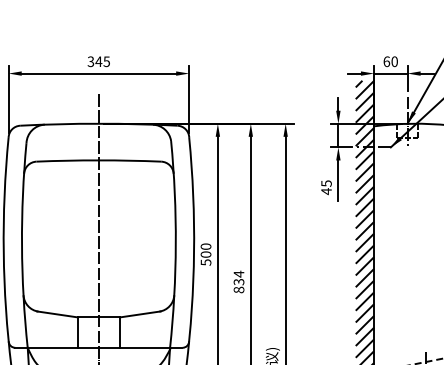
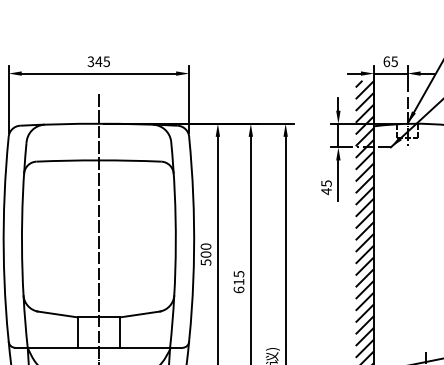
text at (394, 61): 60 -> 65
text at (238, 281): 834 -> 615
line at (426, 361): dashed -> solid
